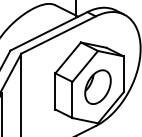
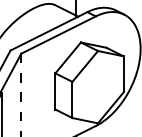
part at (97, 86): present -> none
line at (21, 95): solid -> dashed
